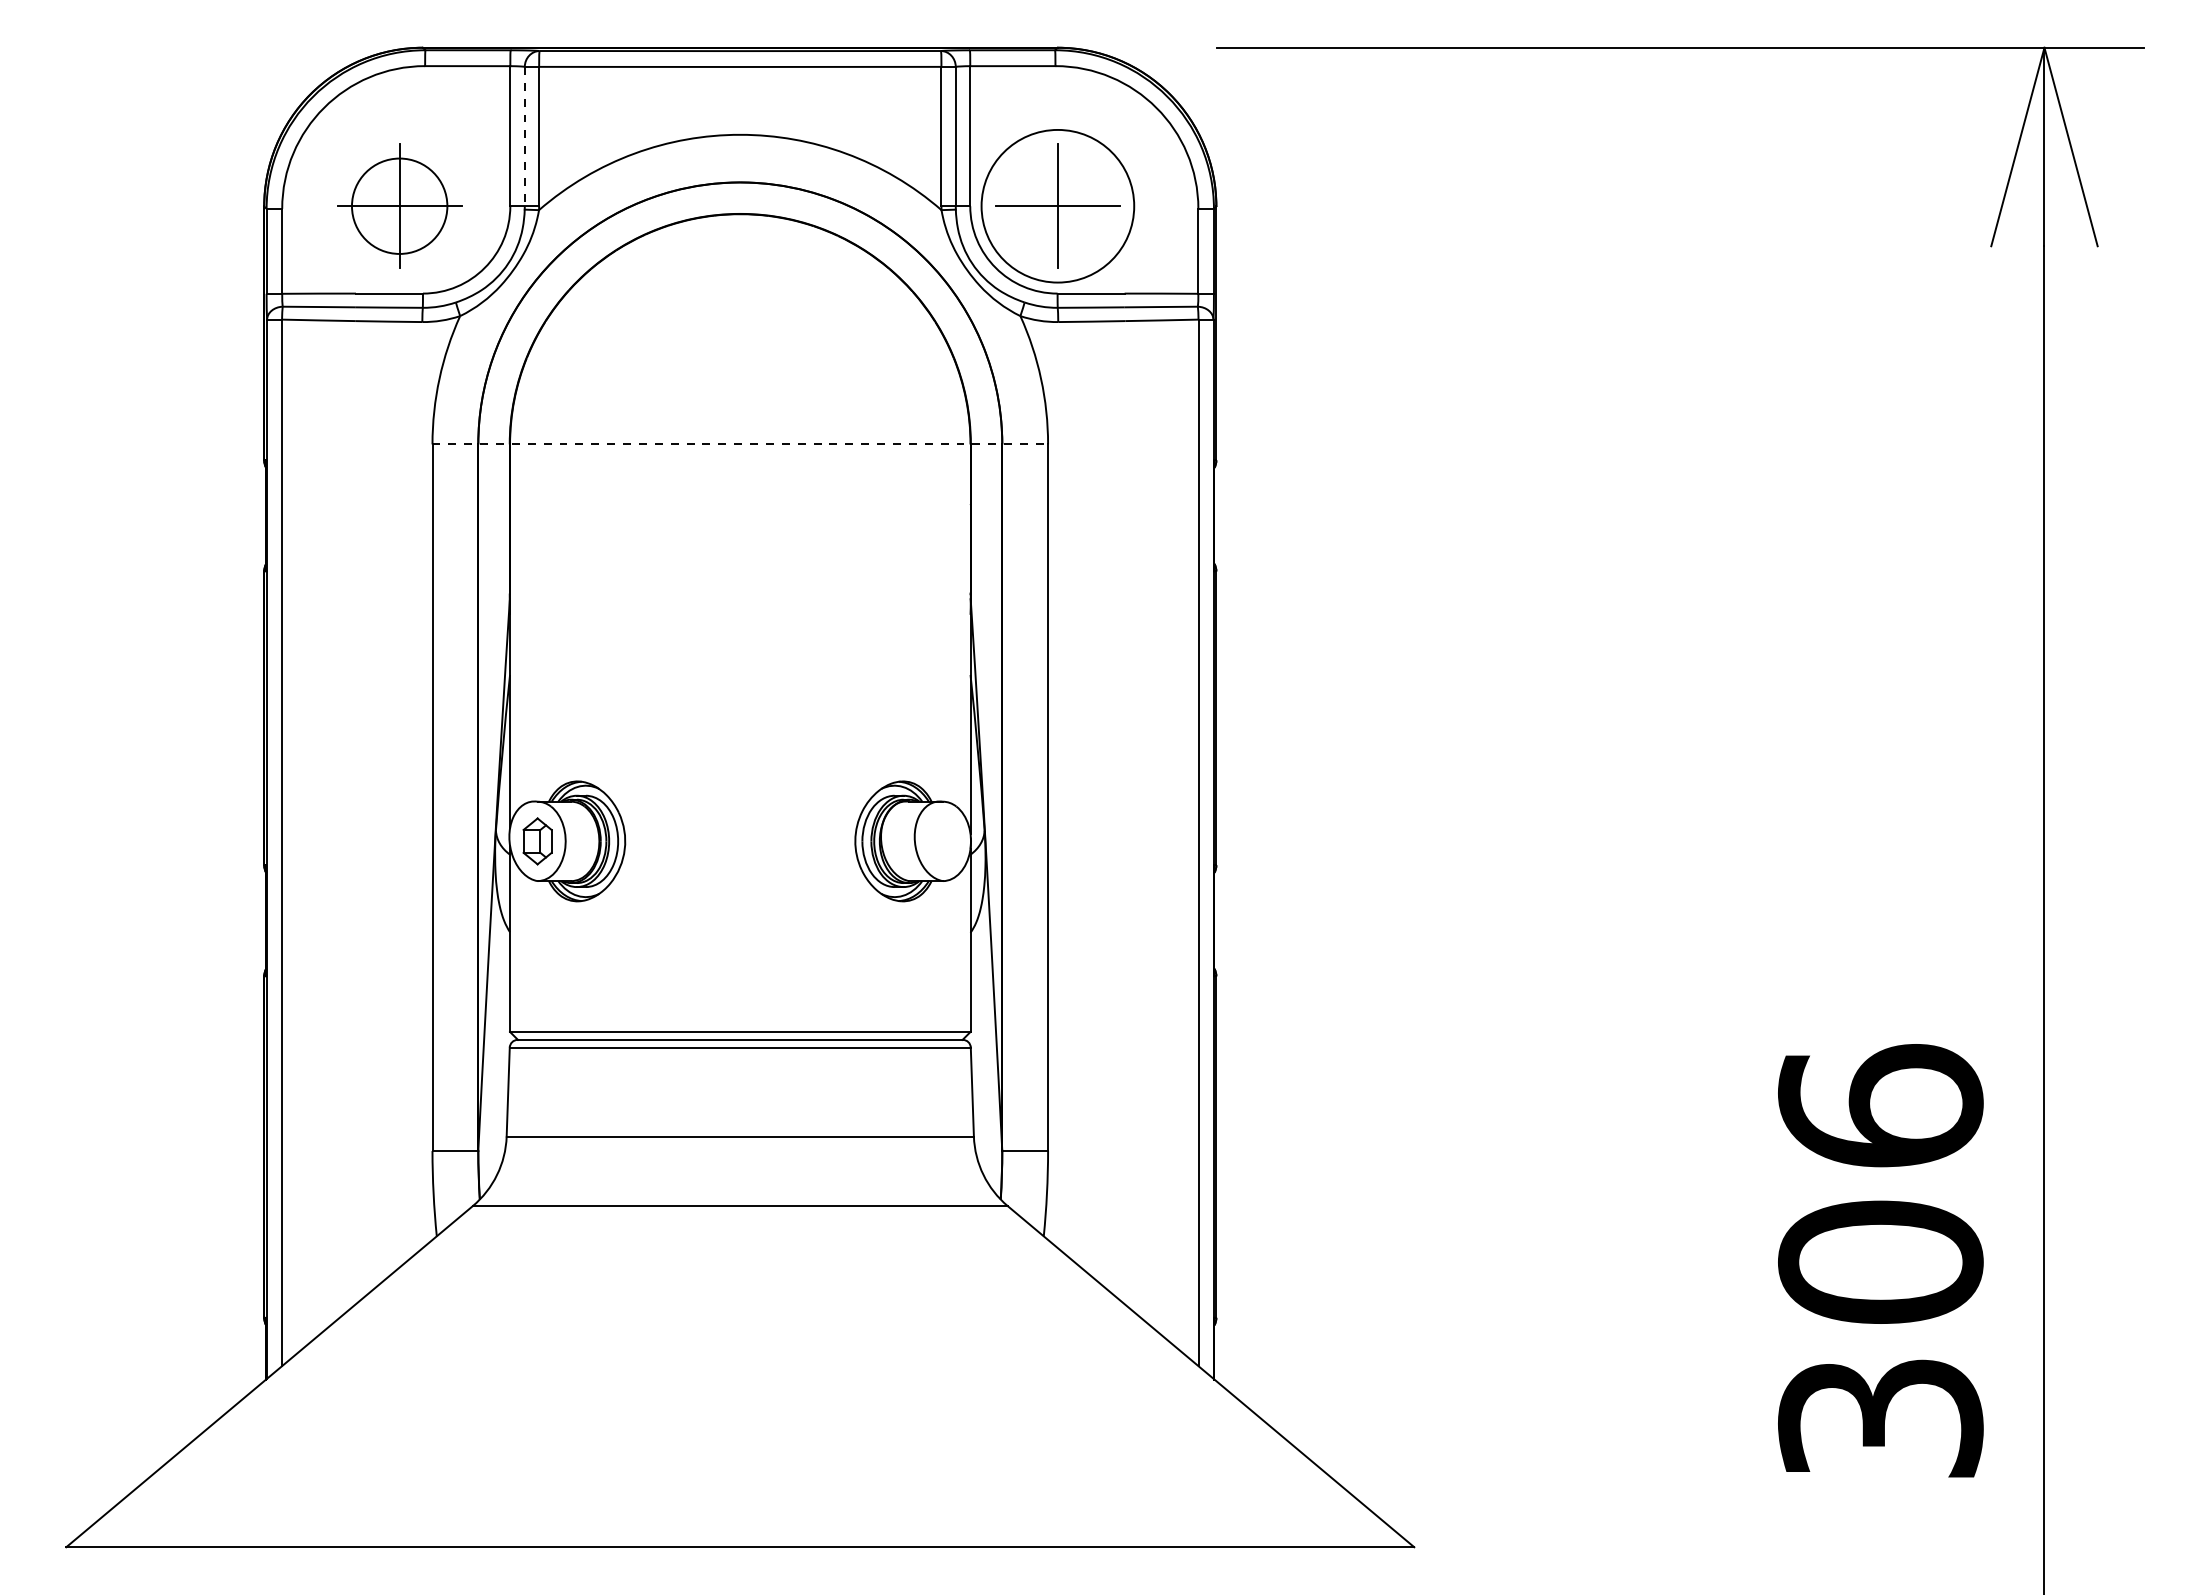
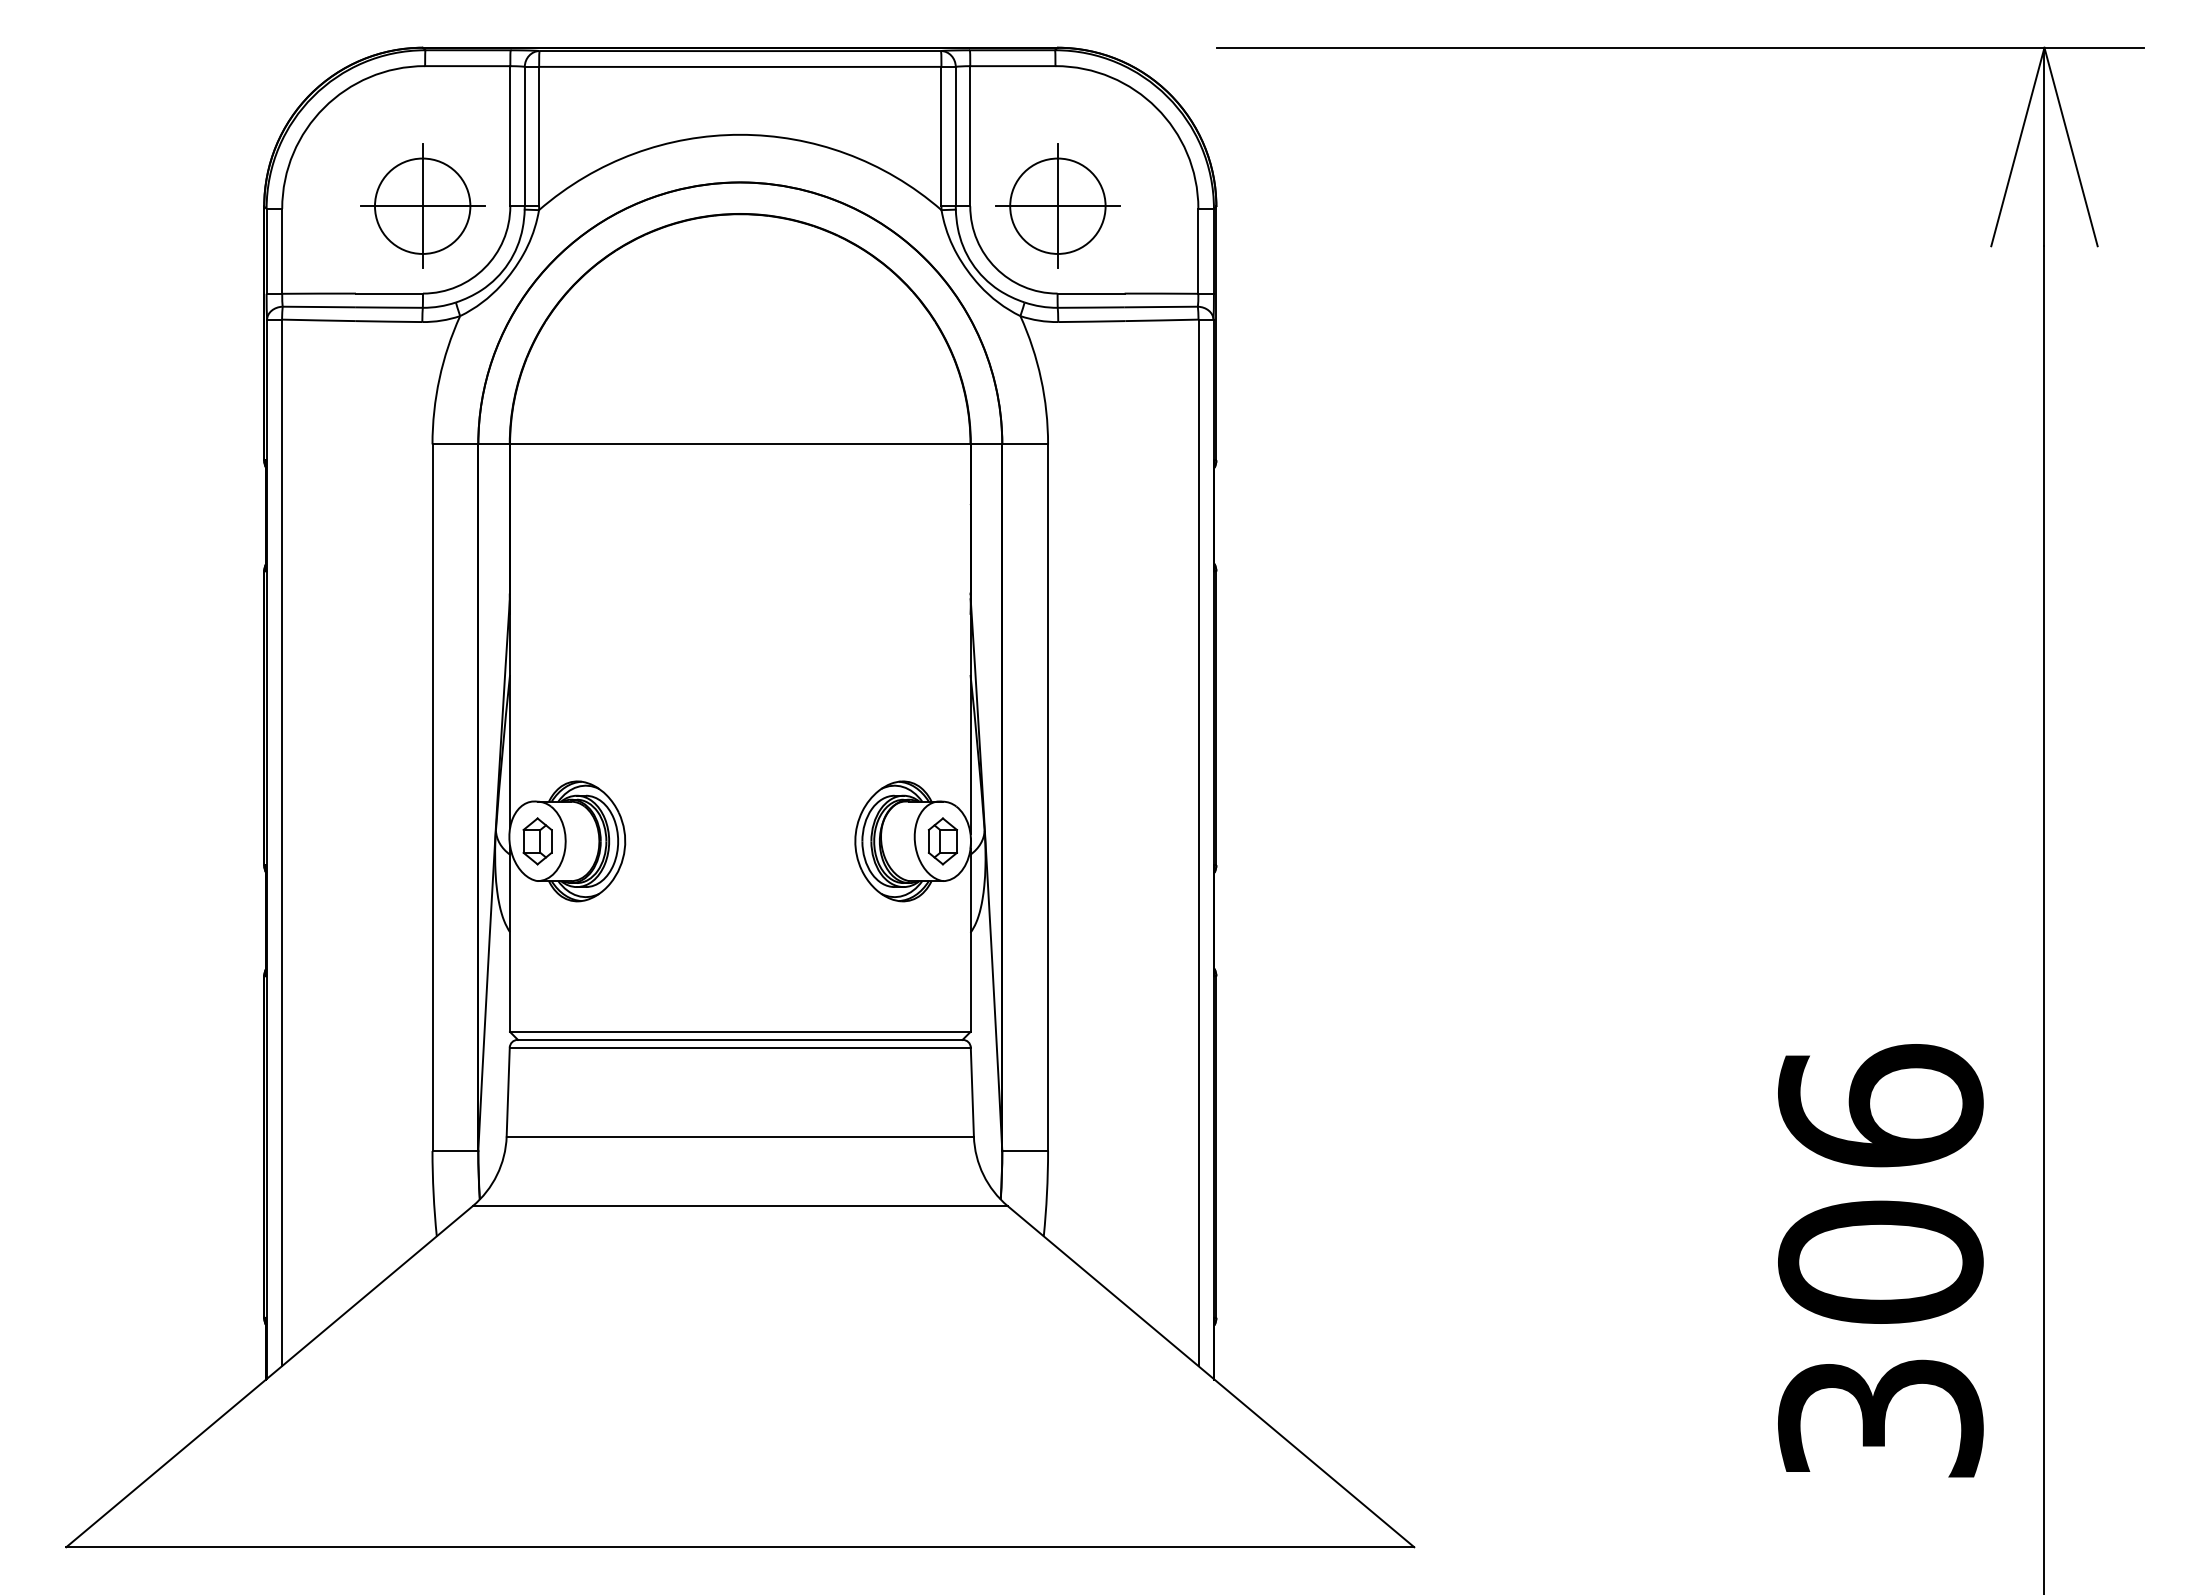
line at (524, 136): dashed -> solid
part at (399, 205) position: (399, 205) -> (422, 205)
circle at (1057, 205) diameter: 153 px -> 95 px
line at (740, 444): dashed -> solid
part at (942, 841): none -> present
